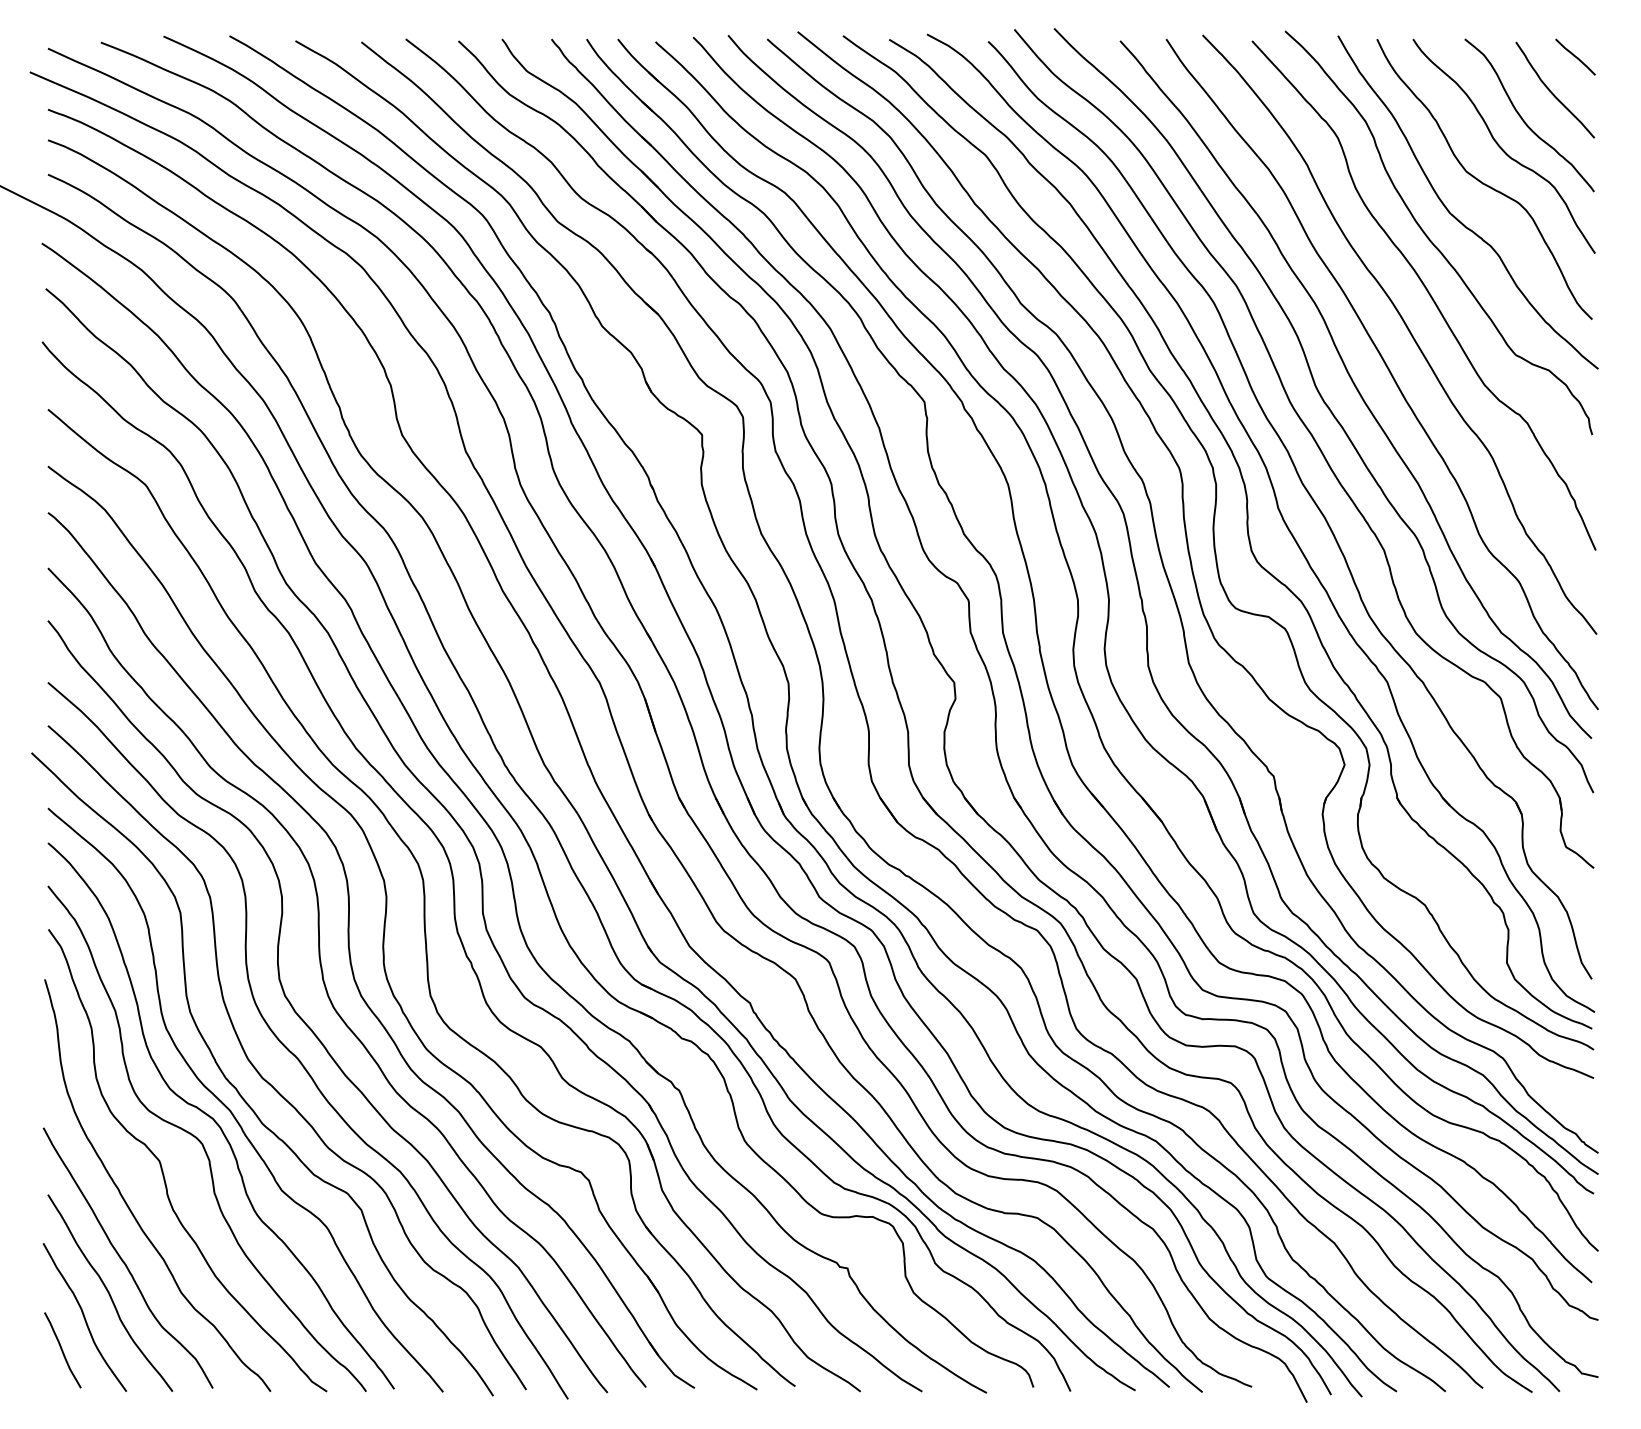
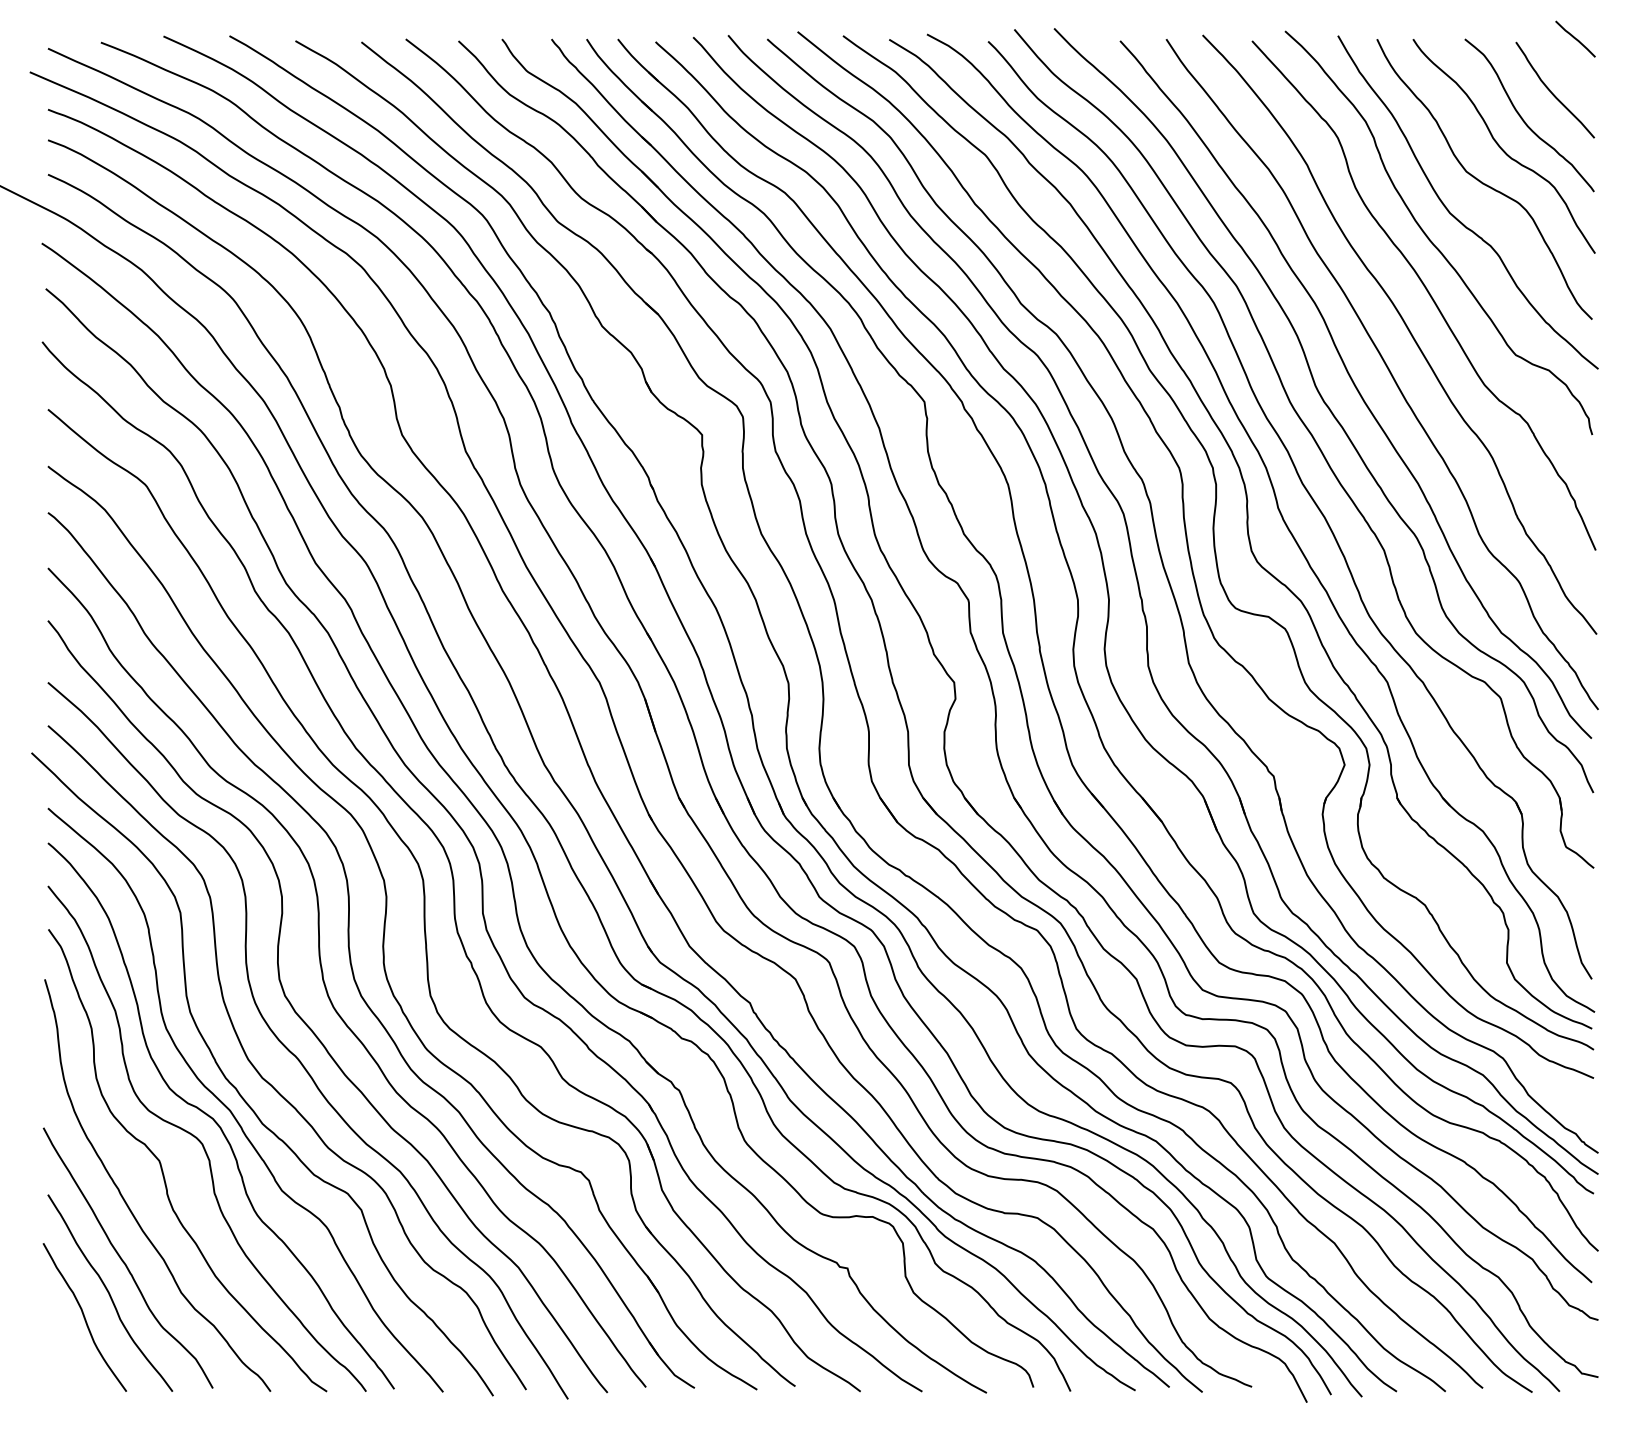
line at (1575, 56) position: (1575, 56) -> (1575, 38)
curve at (62, 1350): present -> none
